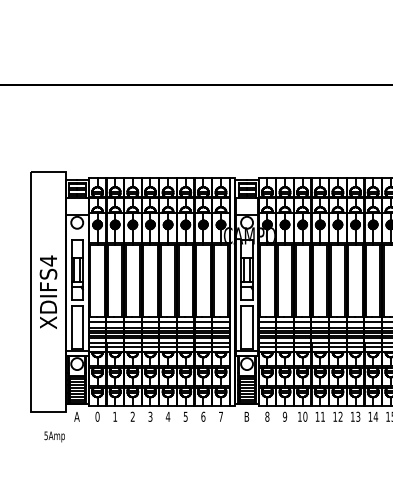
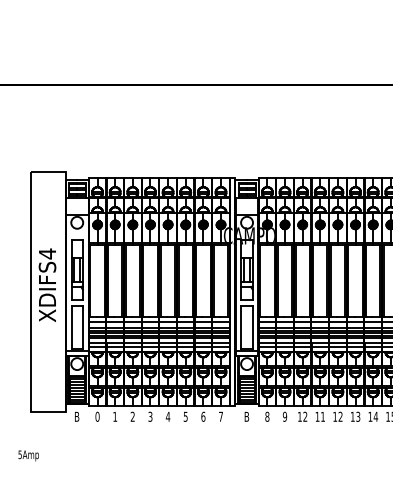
text at (48, 291) position: (48, 291) -> (47, 284)
text at (76, 416): A -> B
text at (305, 416): 10 -> 12
text at (54, 436) position: (54, 436) -> (28, 455)
